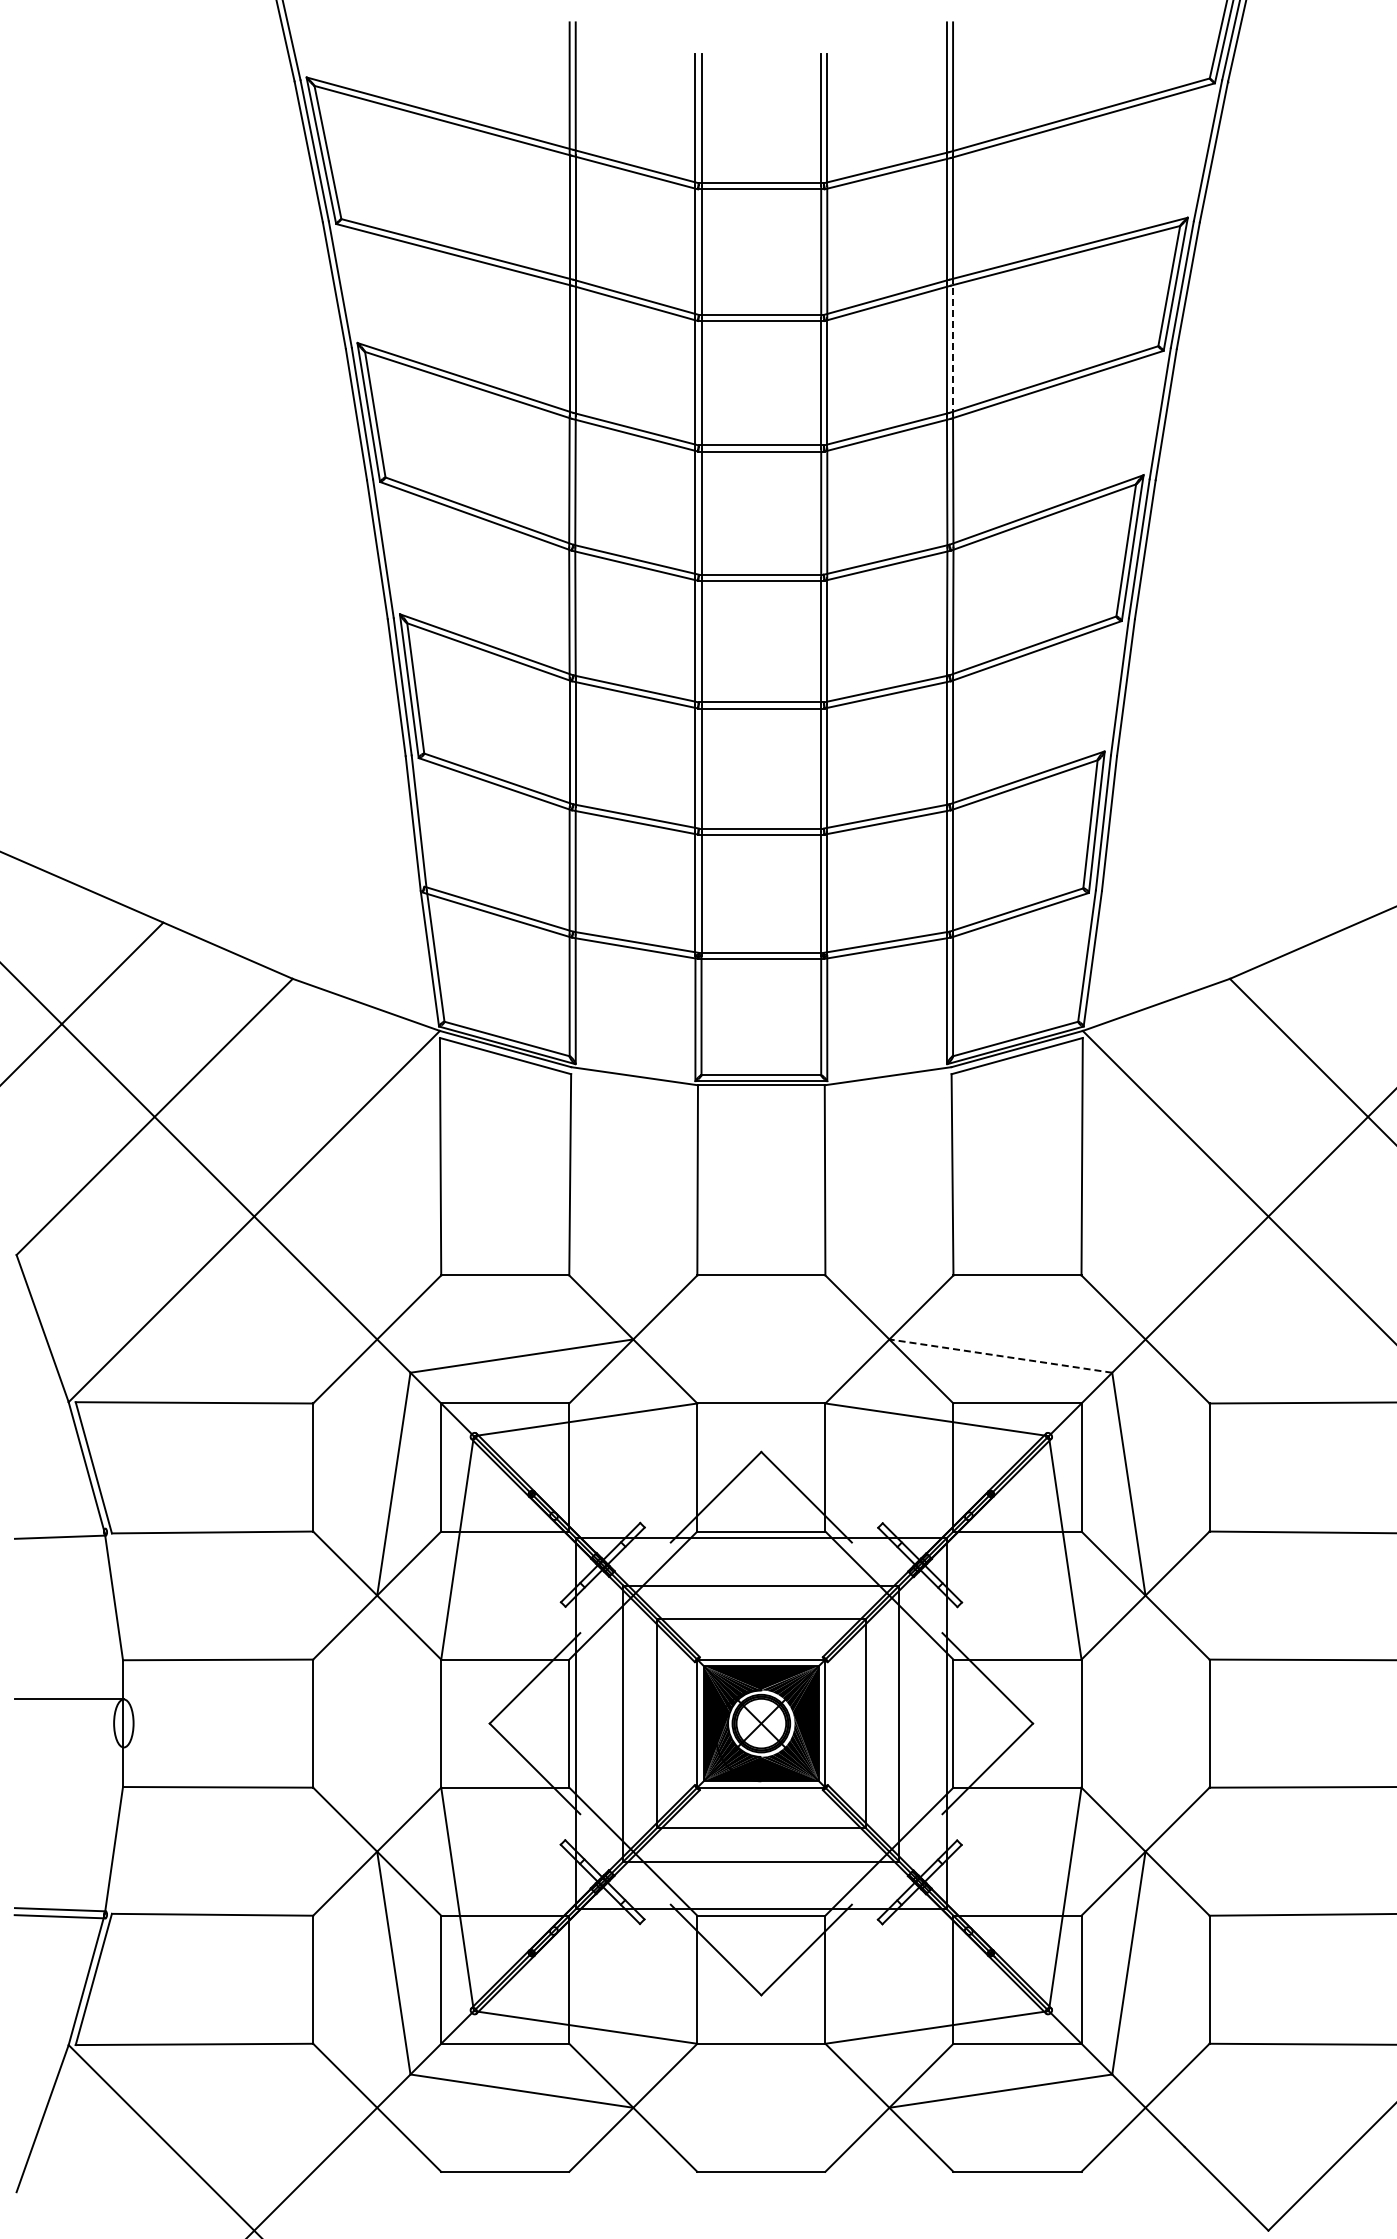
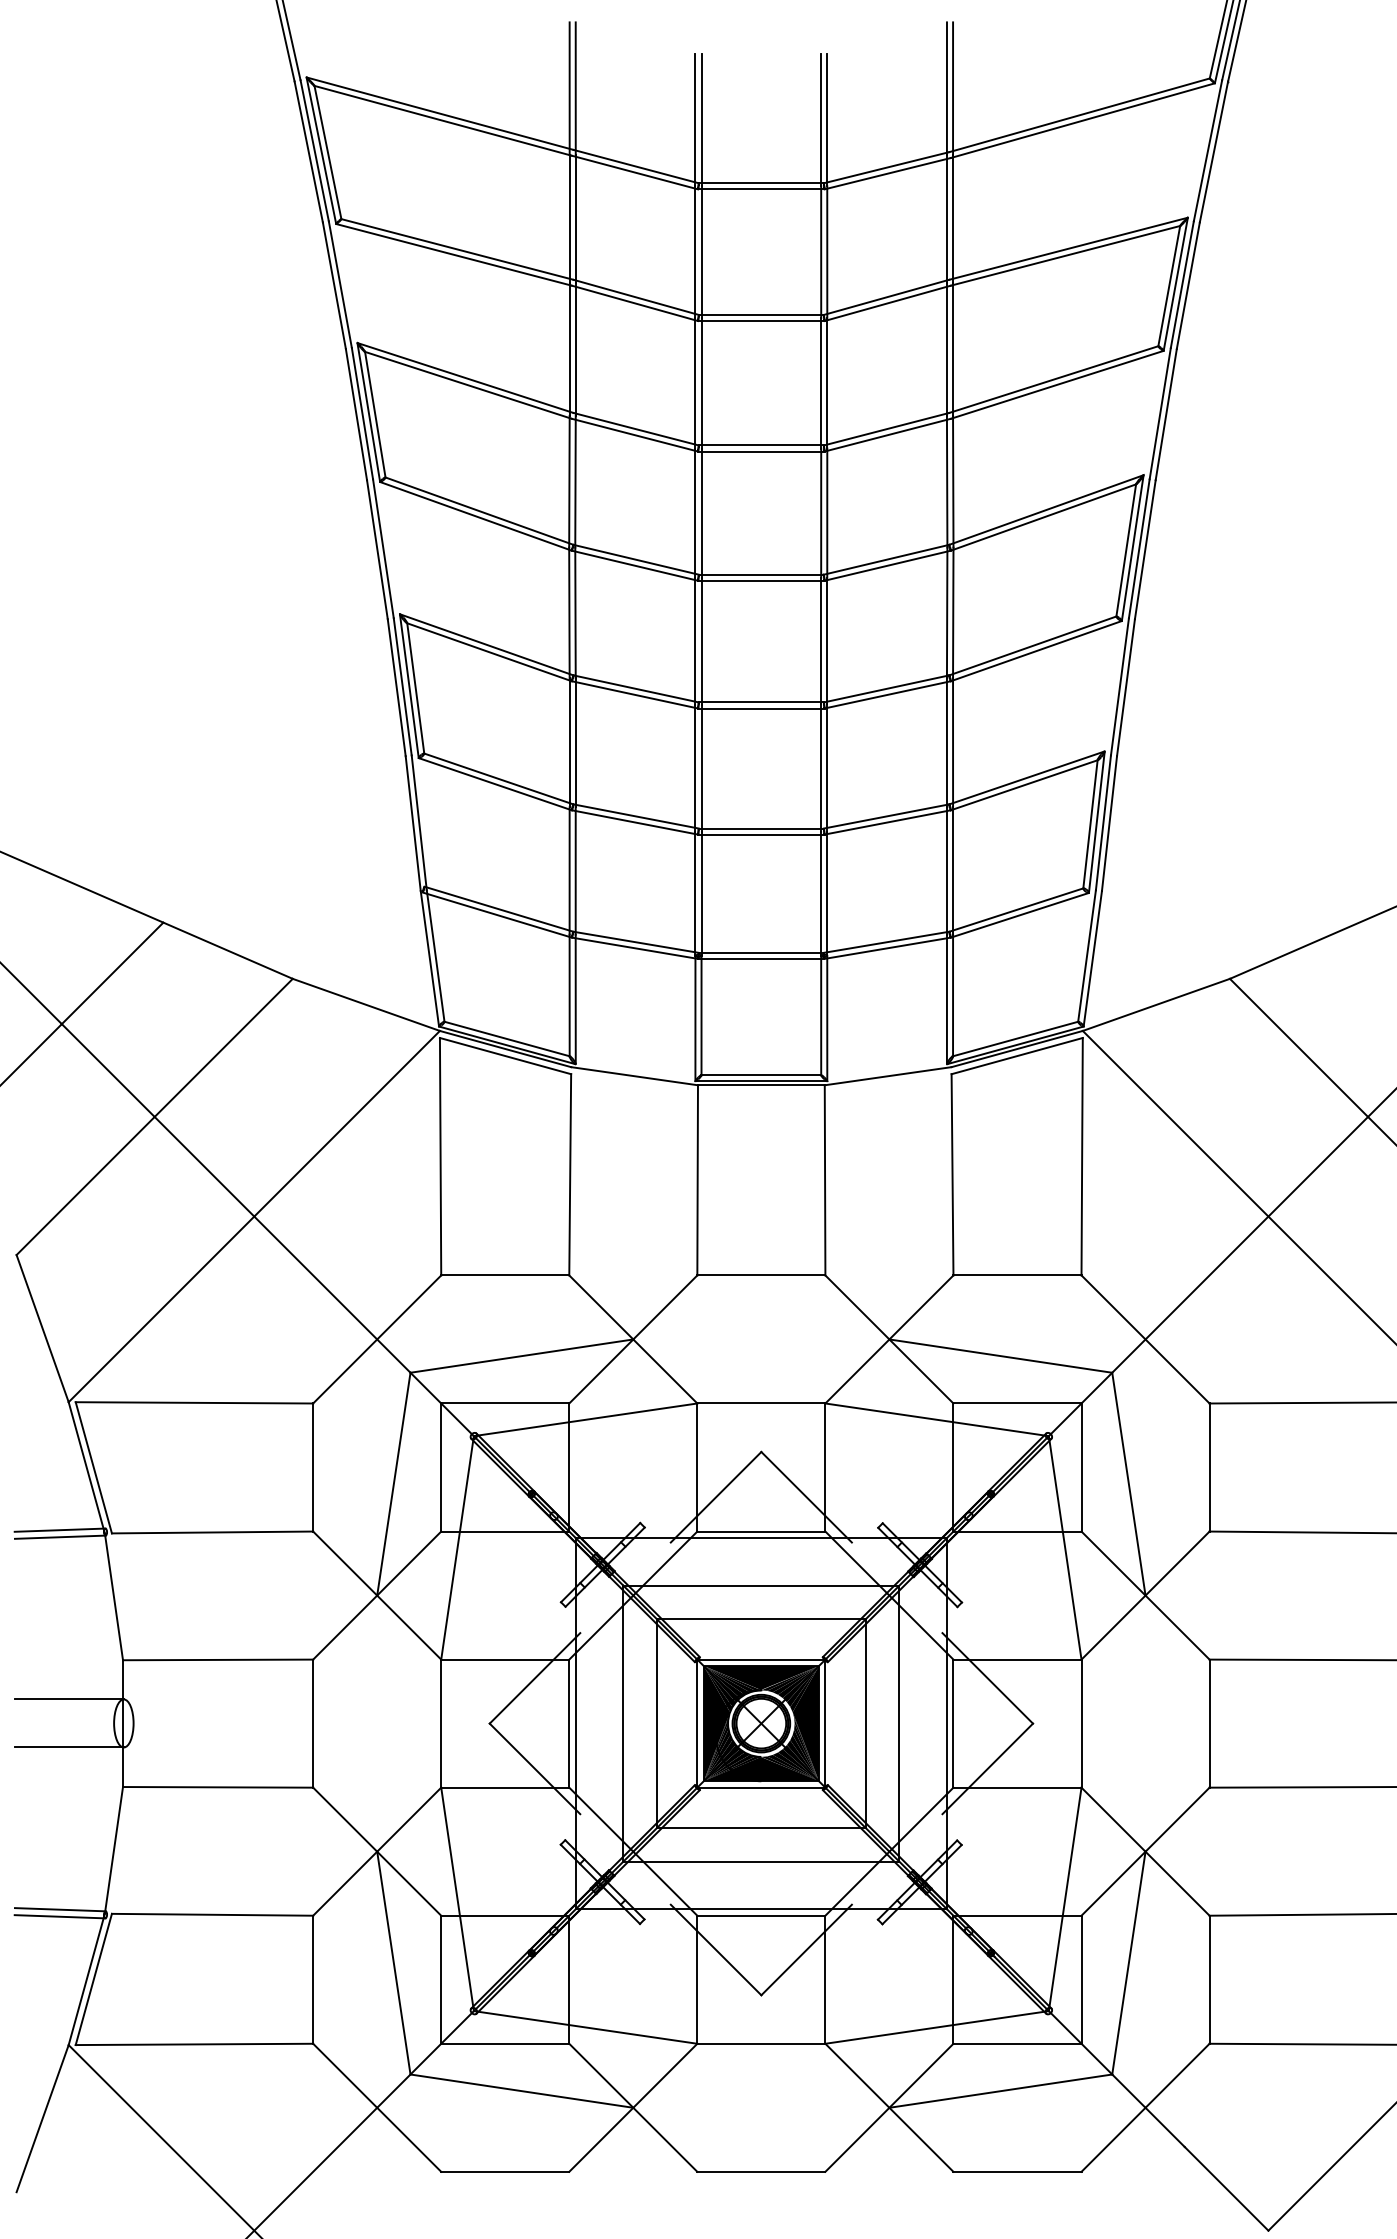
line at (953, 349): dashed -> solid
line at (1000, 1356): dashed -> solid
line at (59, 1529): none -> present
line at (68, 1747): none -> present
